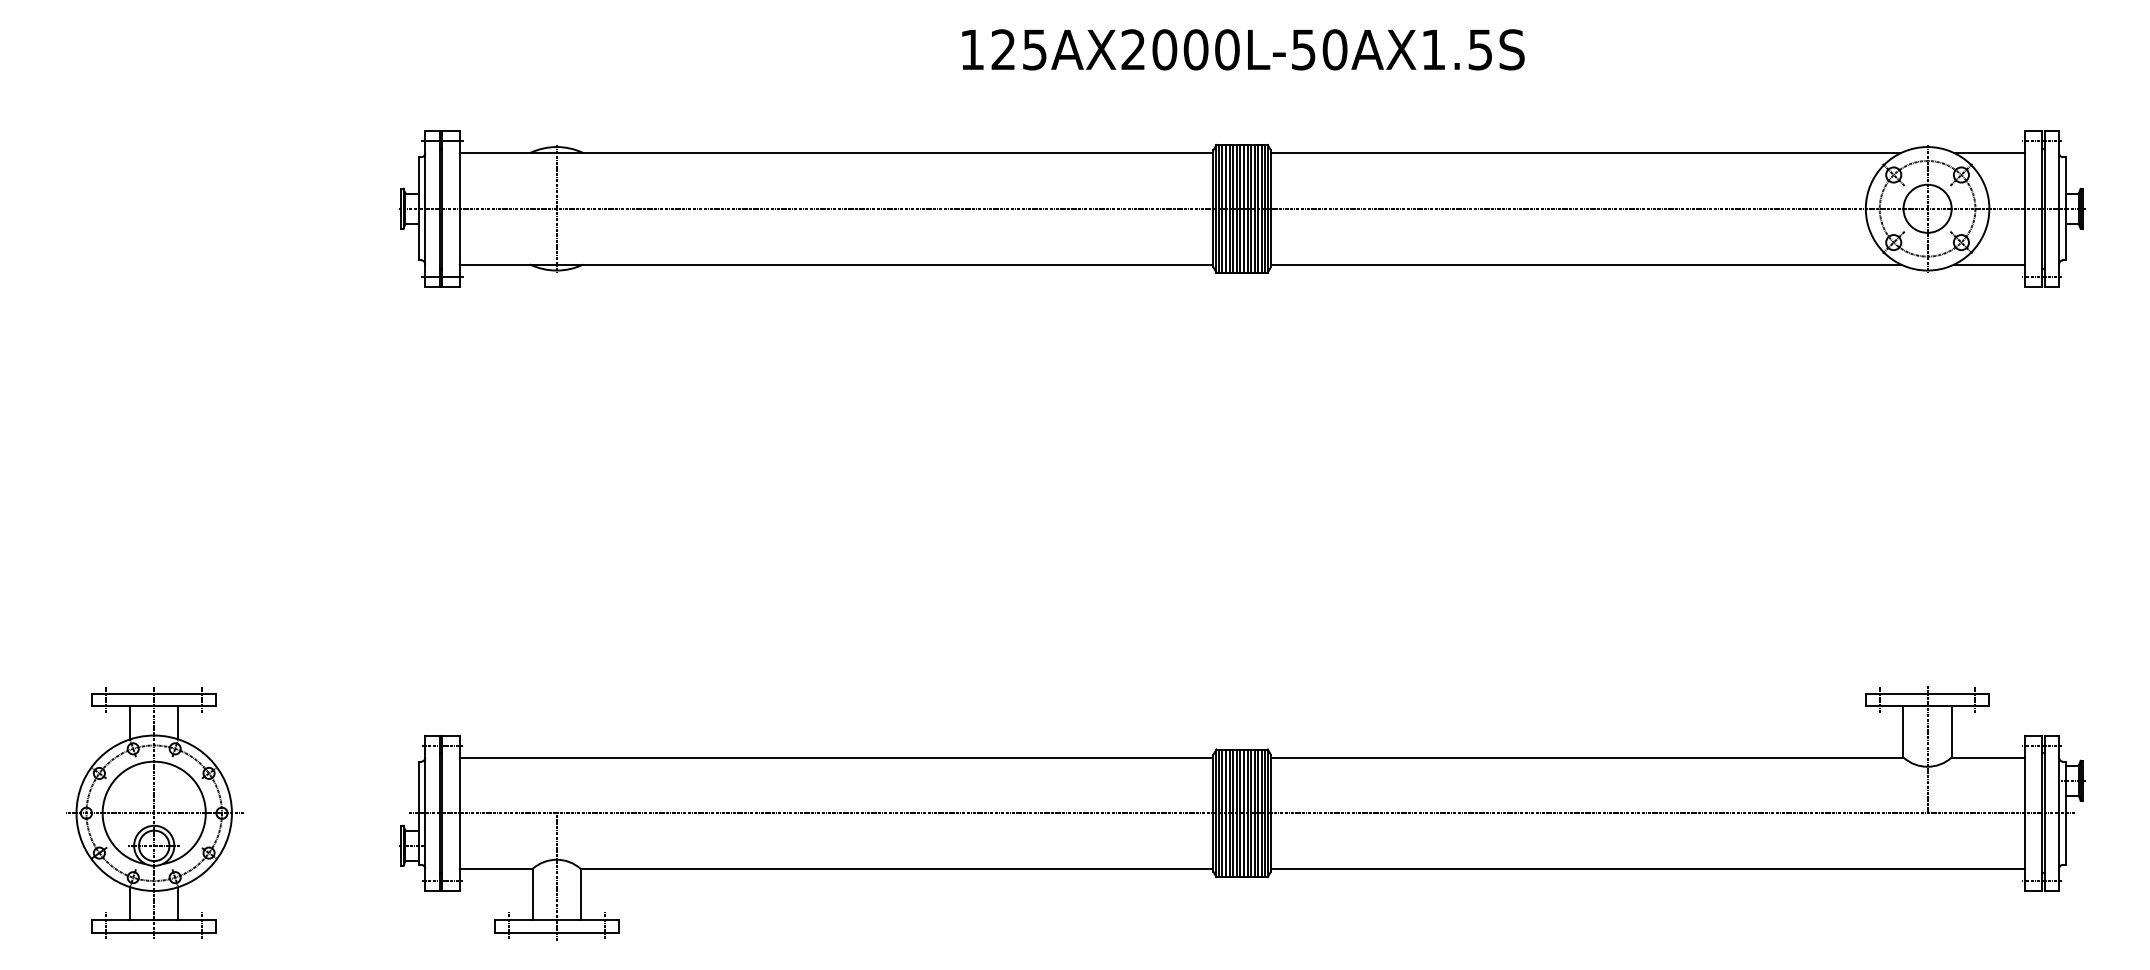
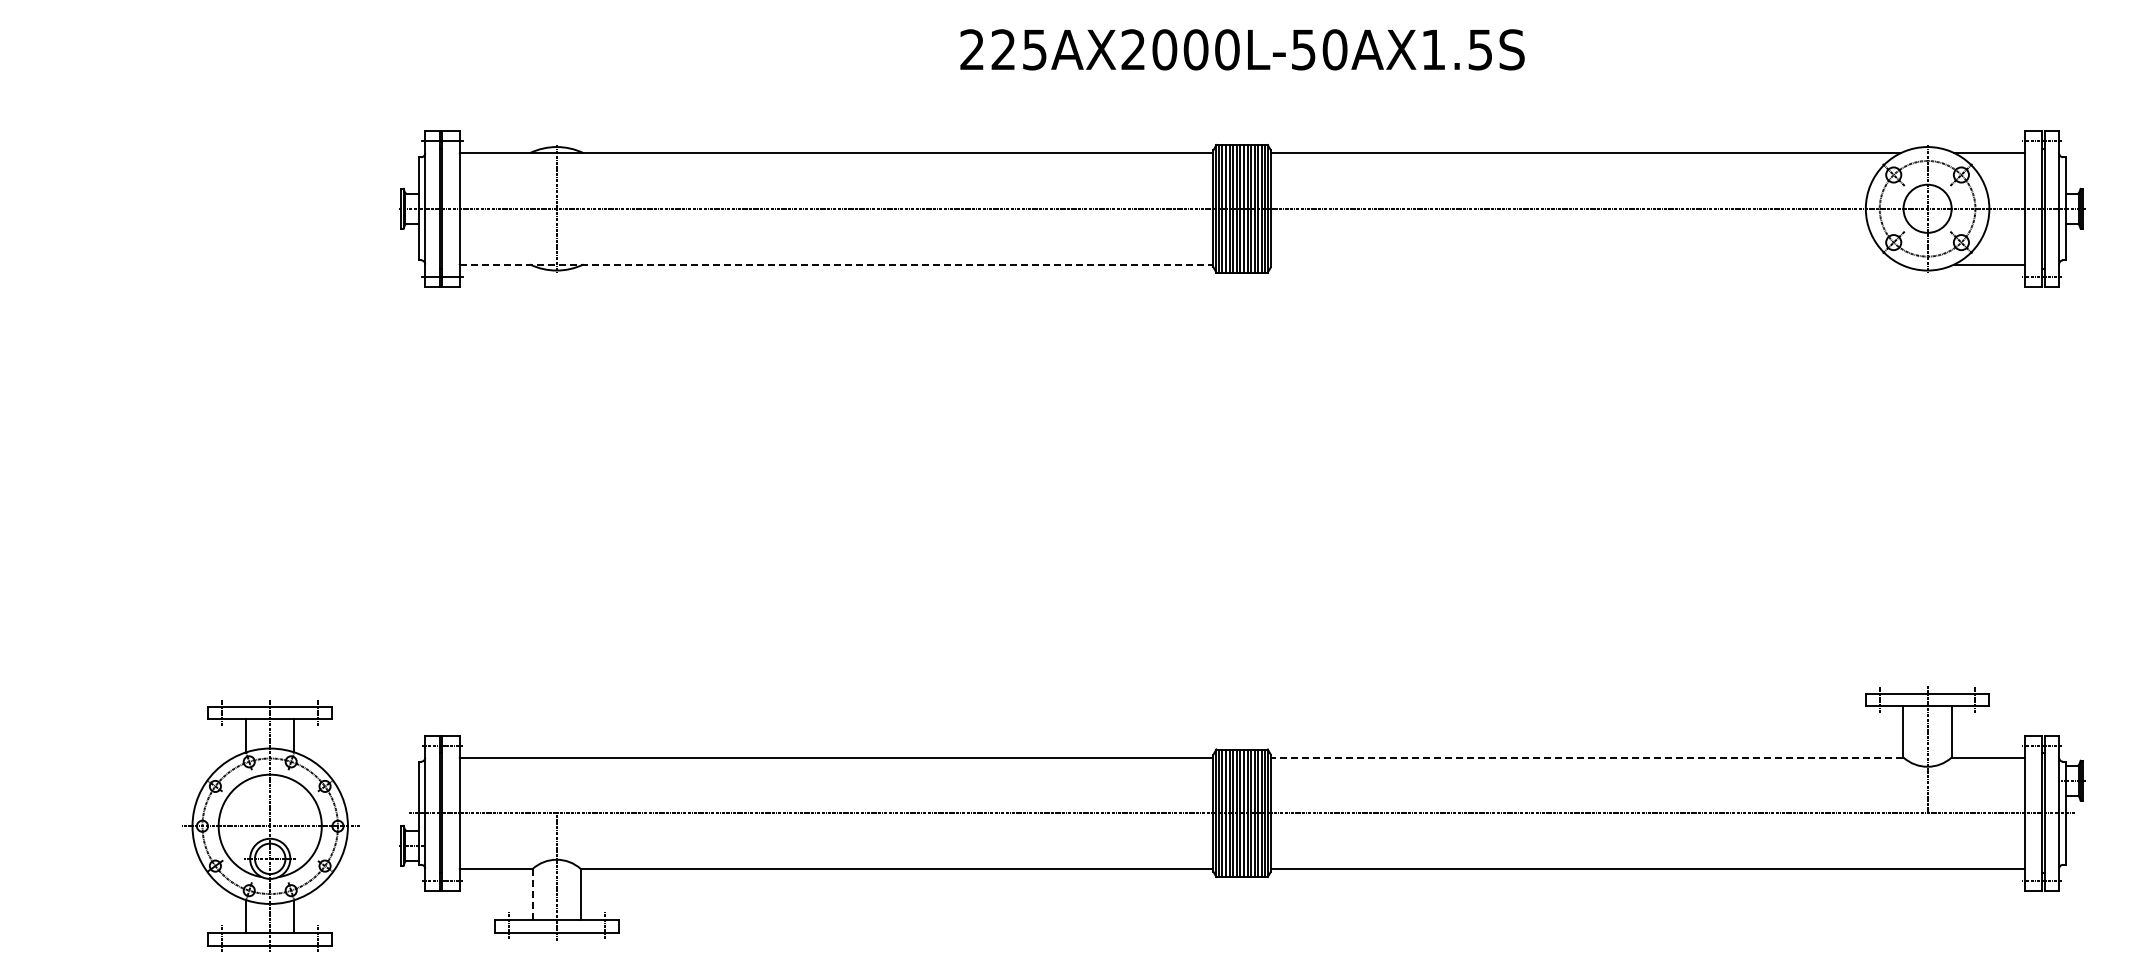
text at (971, 49): 125AX2000L-50AX1.5S -> 225AX2000L-50AX1.5S
line at (836, 264): solid -> dashed
line at (1585, 264): present -> none
line at (1586, 757): solid -> dashed
part at (154, 812) position: (154, 812) -> (270, 825)
line at (532, 894): solid -> dashed
